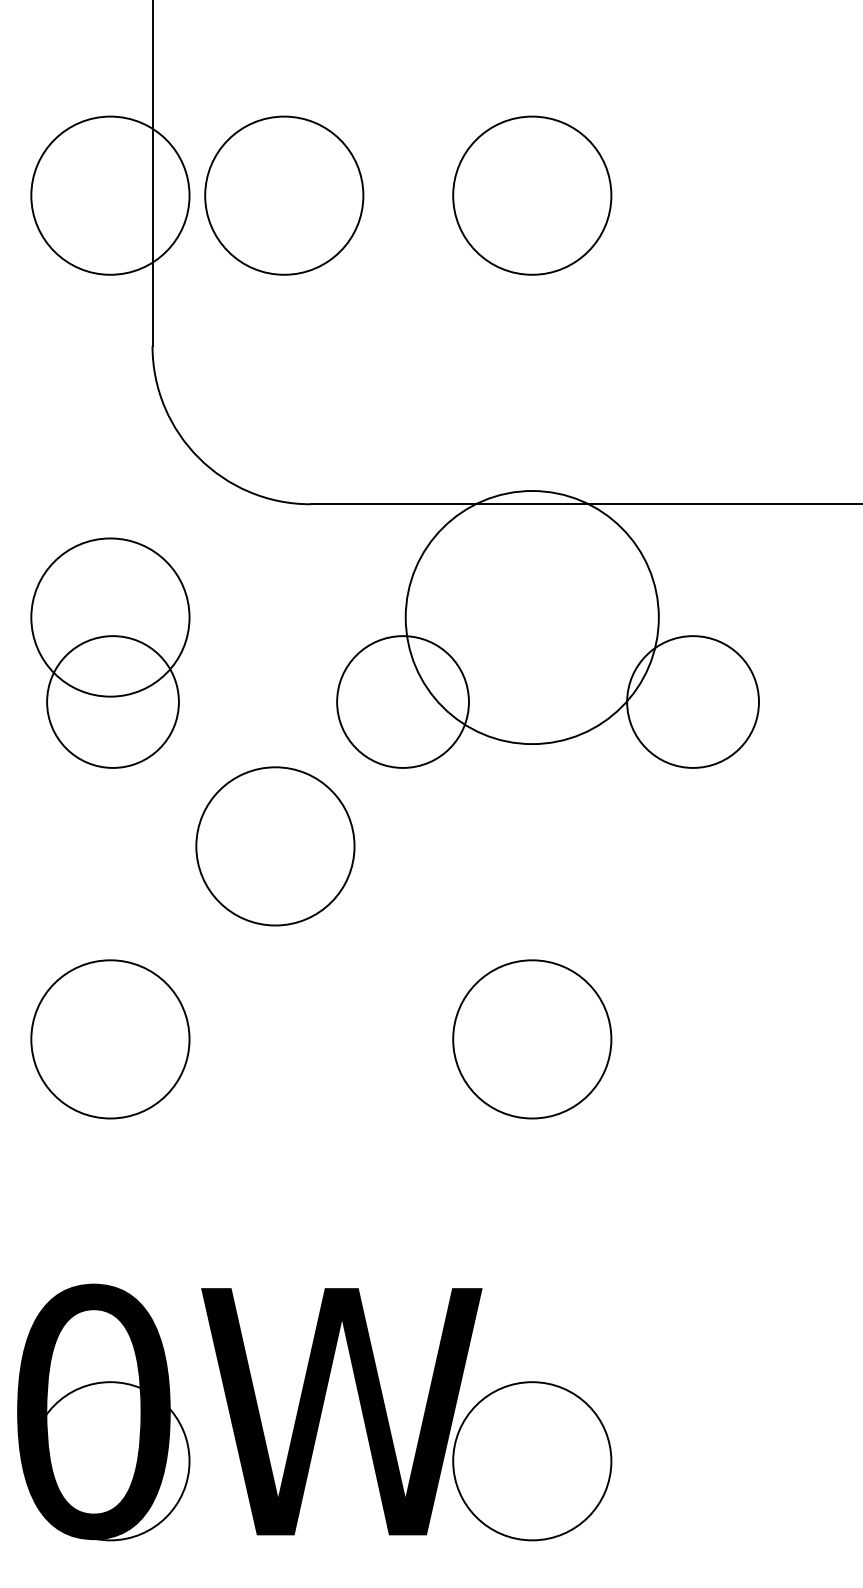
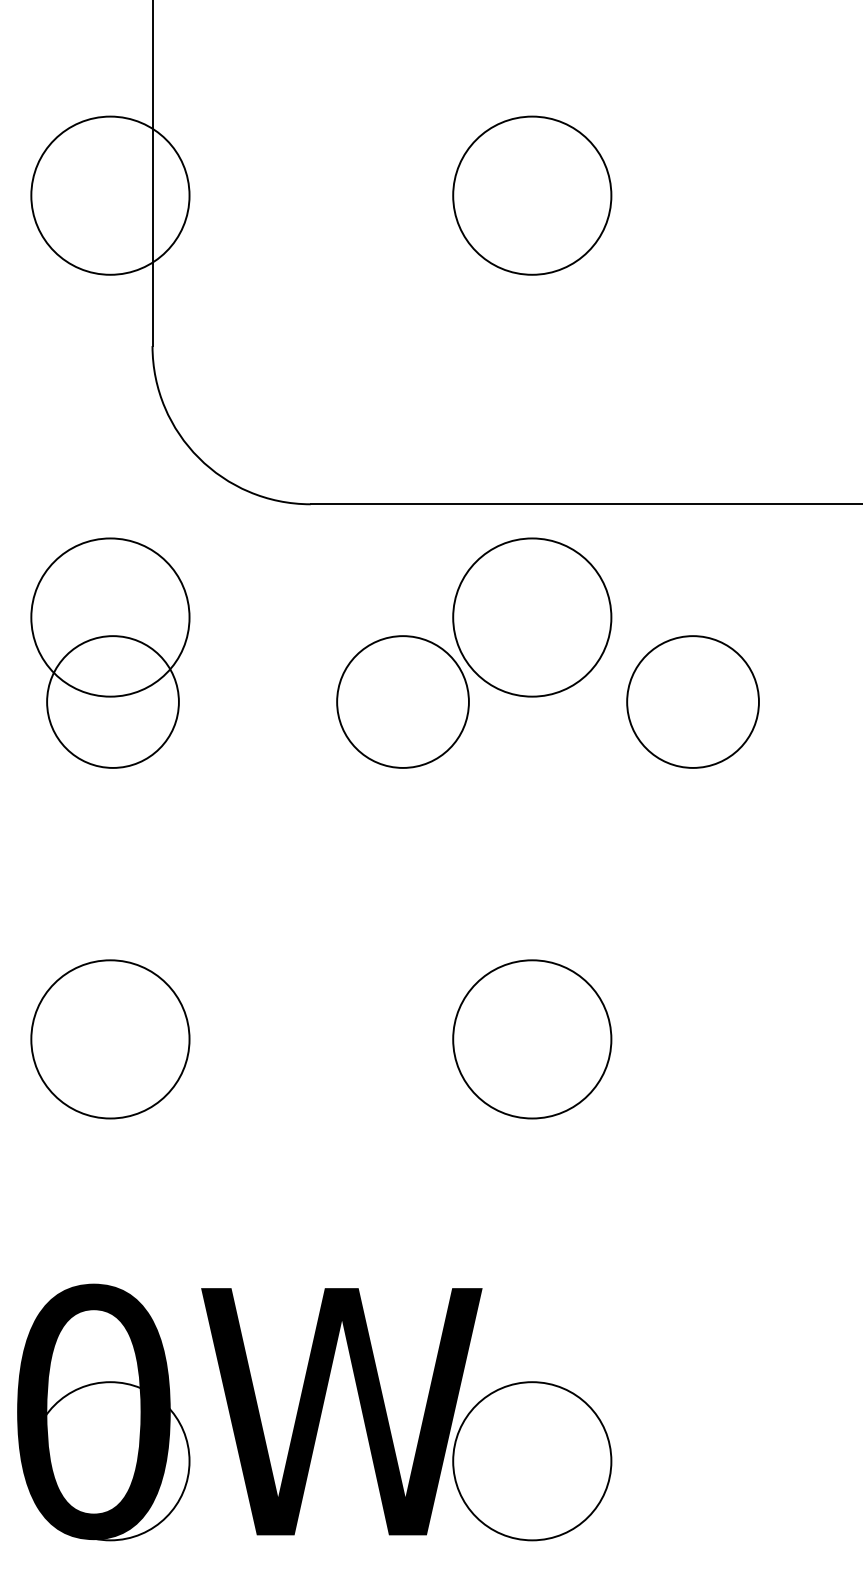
circle at (284, 195): present -> none
circle at (531, 617) diameter: 253 px -> 158 px
circle at (275, 846): present -> none
